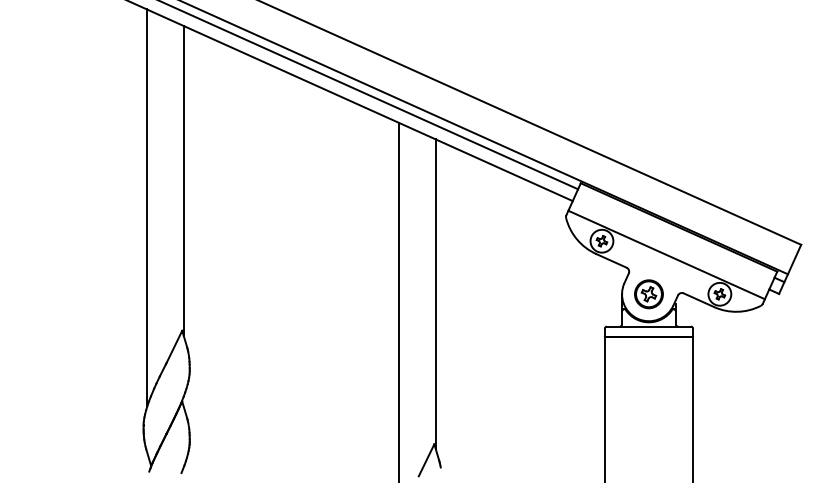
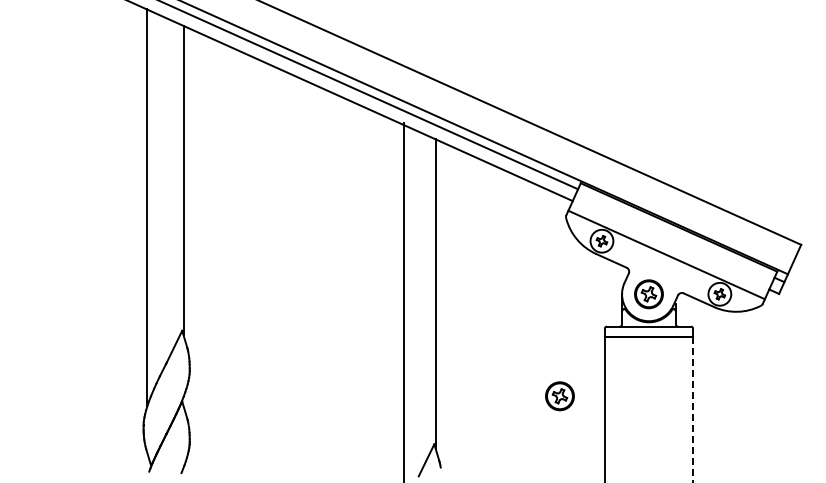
line at (399, 300) position: (399, 300) -> (404, 300)
part at (559, 396): none -> present
line at (692, 410): solid -> dashed
